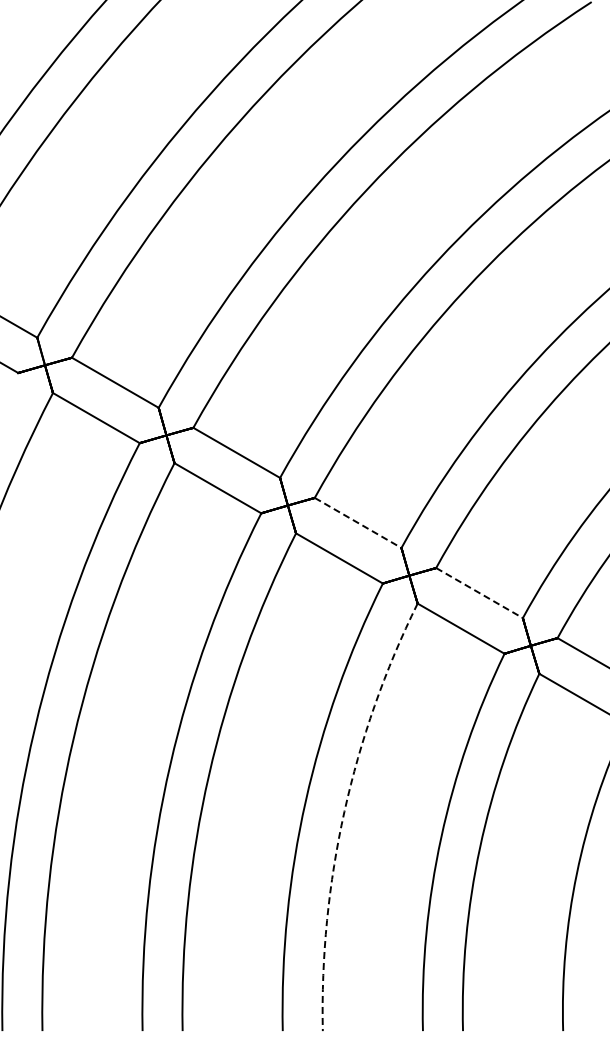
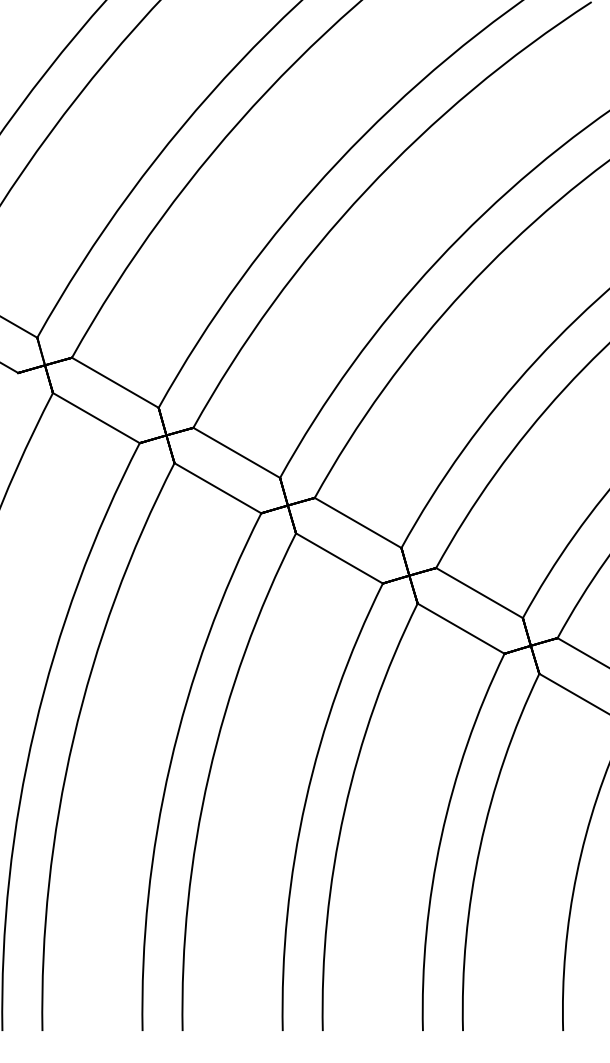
line at (358, 523): dashed -> solid
line at (479, 593): dashed -> solid
arc at (344, 811): dashed -> solid
